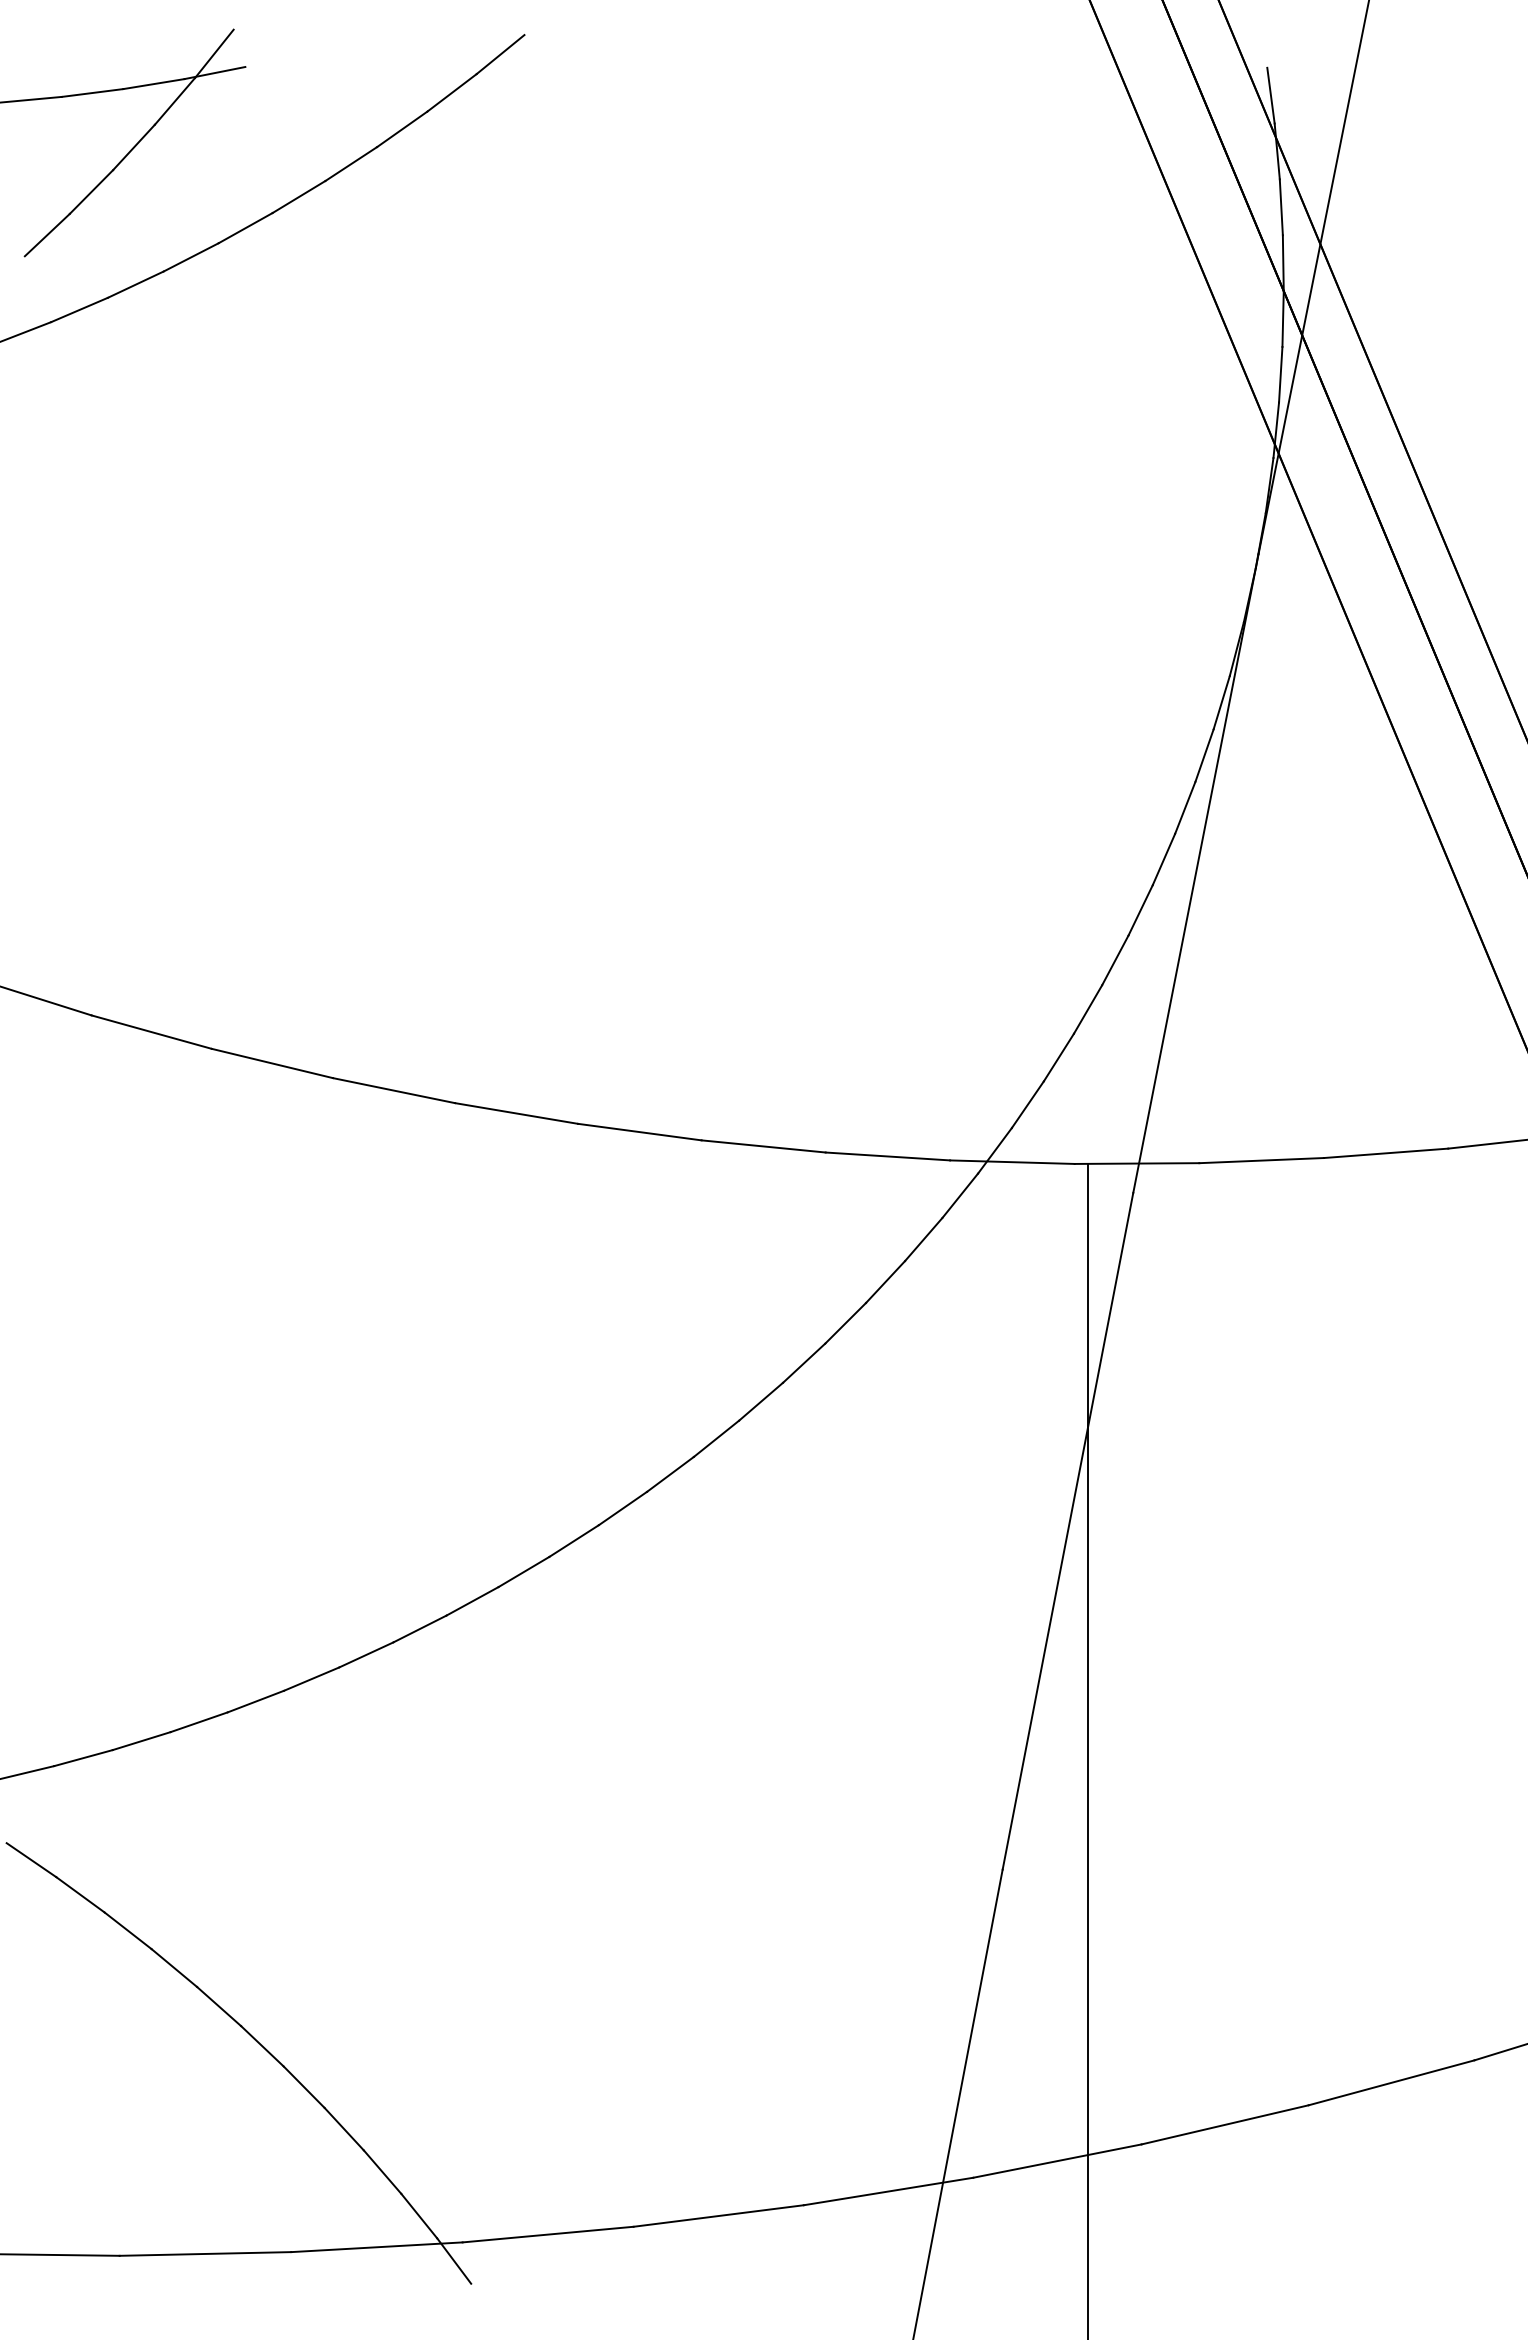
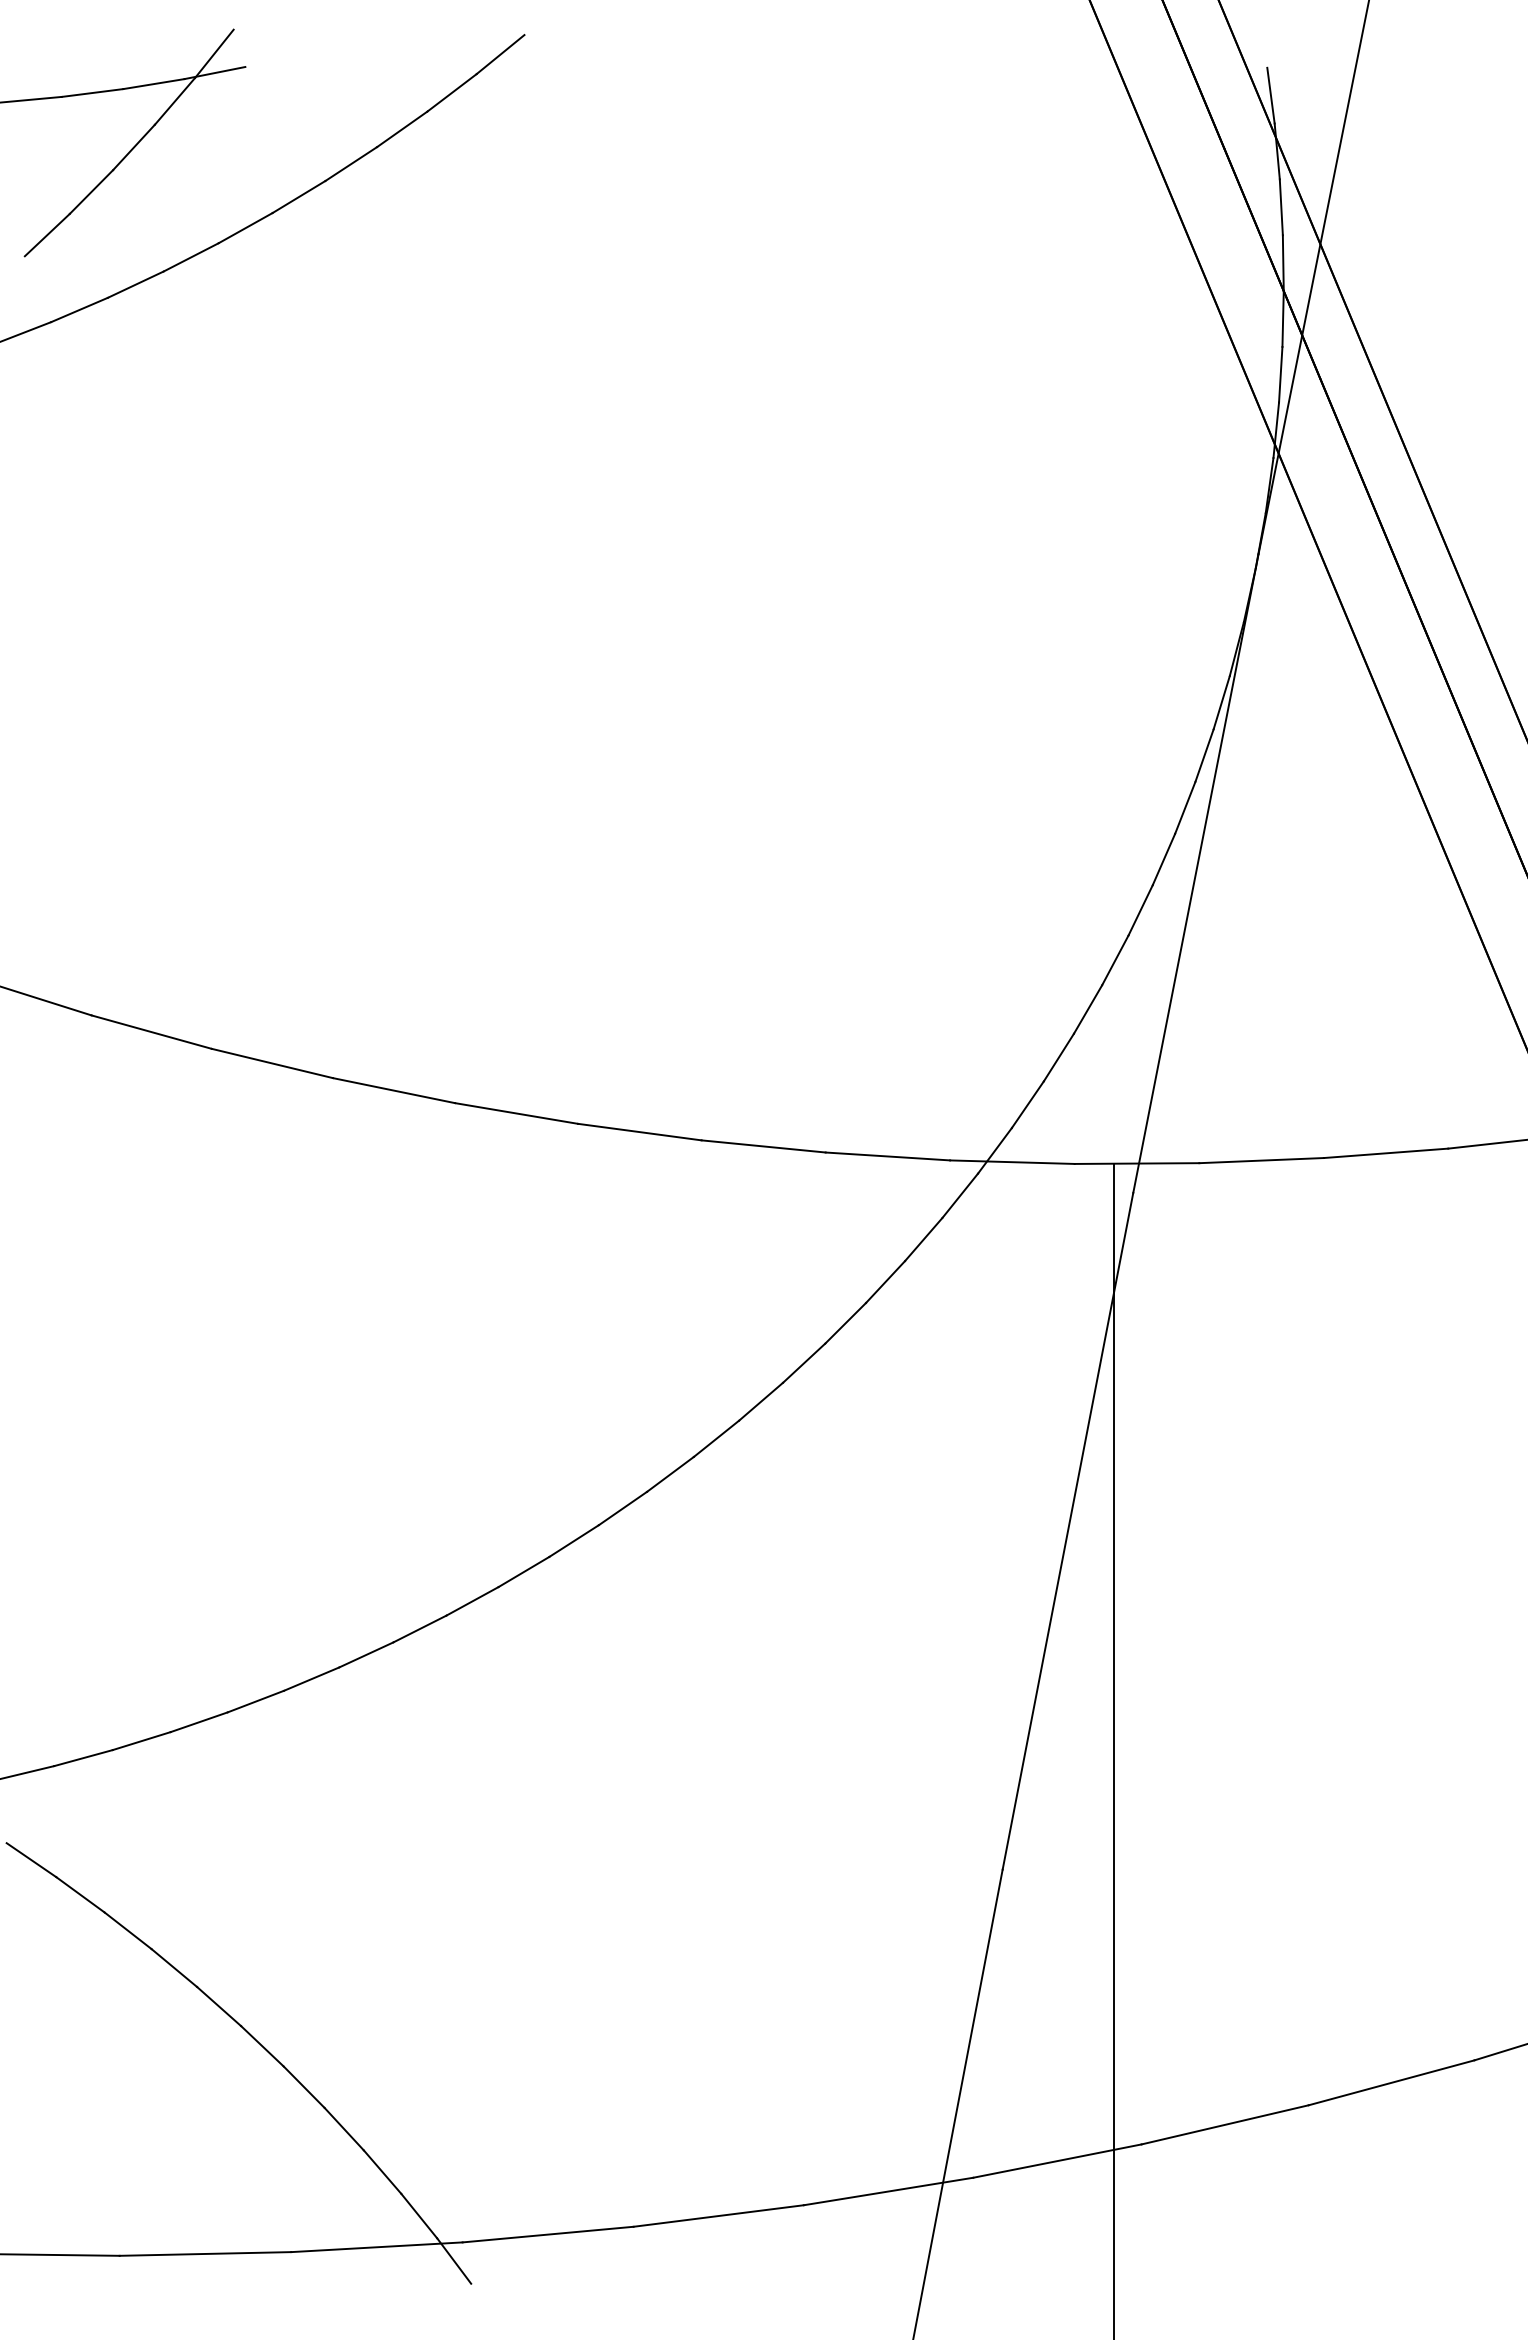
line at (1088, 1750) position: (1088, 1750) -> (1114, 1750)
